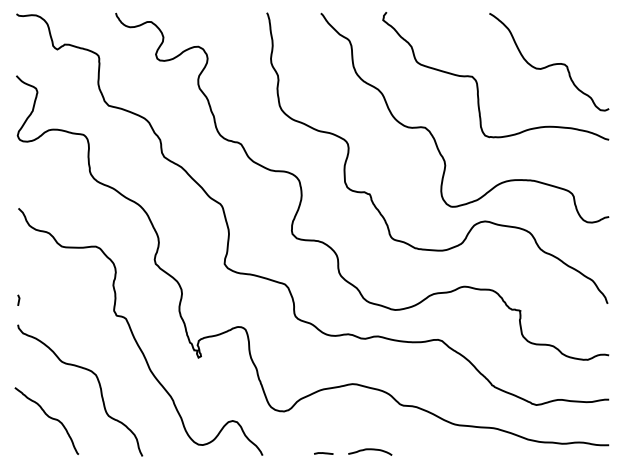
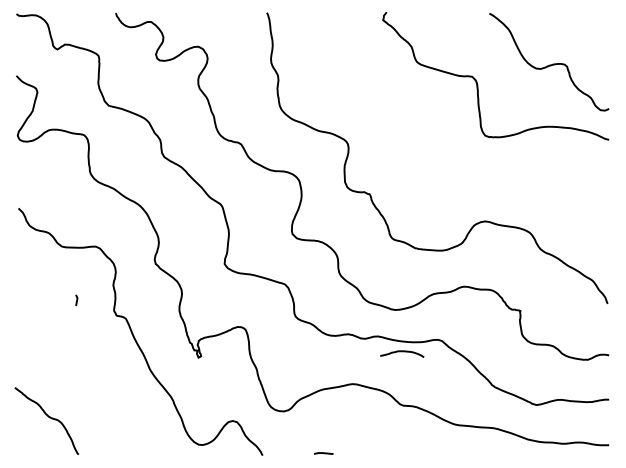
curve at (433, 135): present -> none
line at (18, 299) position: (18, 299) -> (76, 299)
curve at (98, 384): present -> none
curve at (370, 450) position: (370, 450) -> (402, 352)
